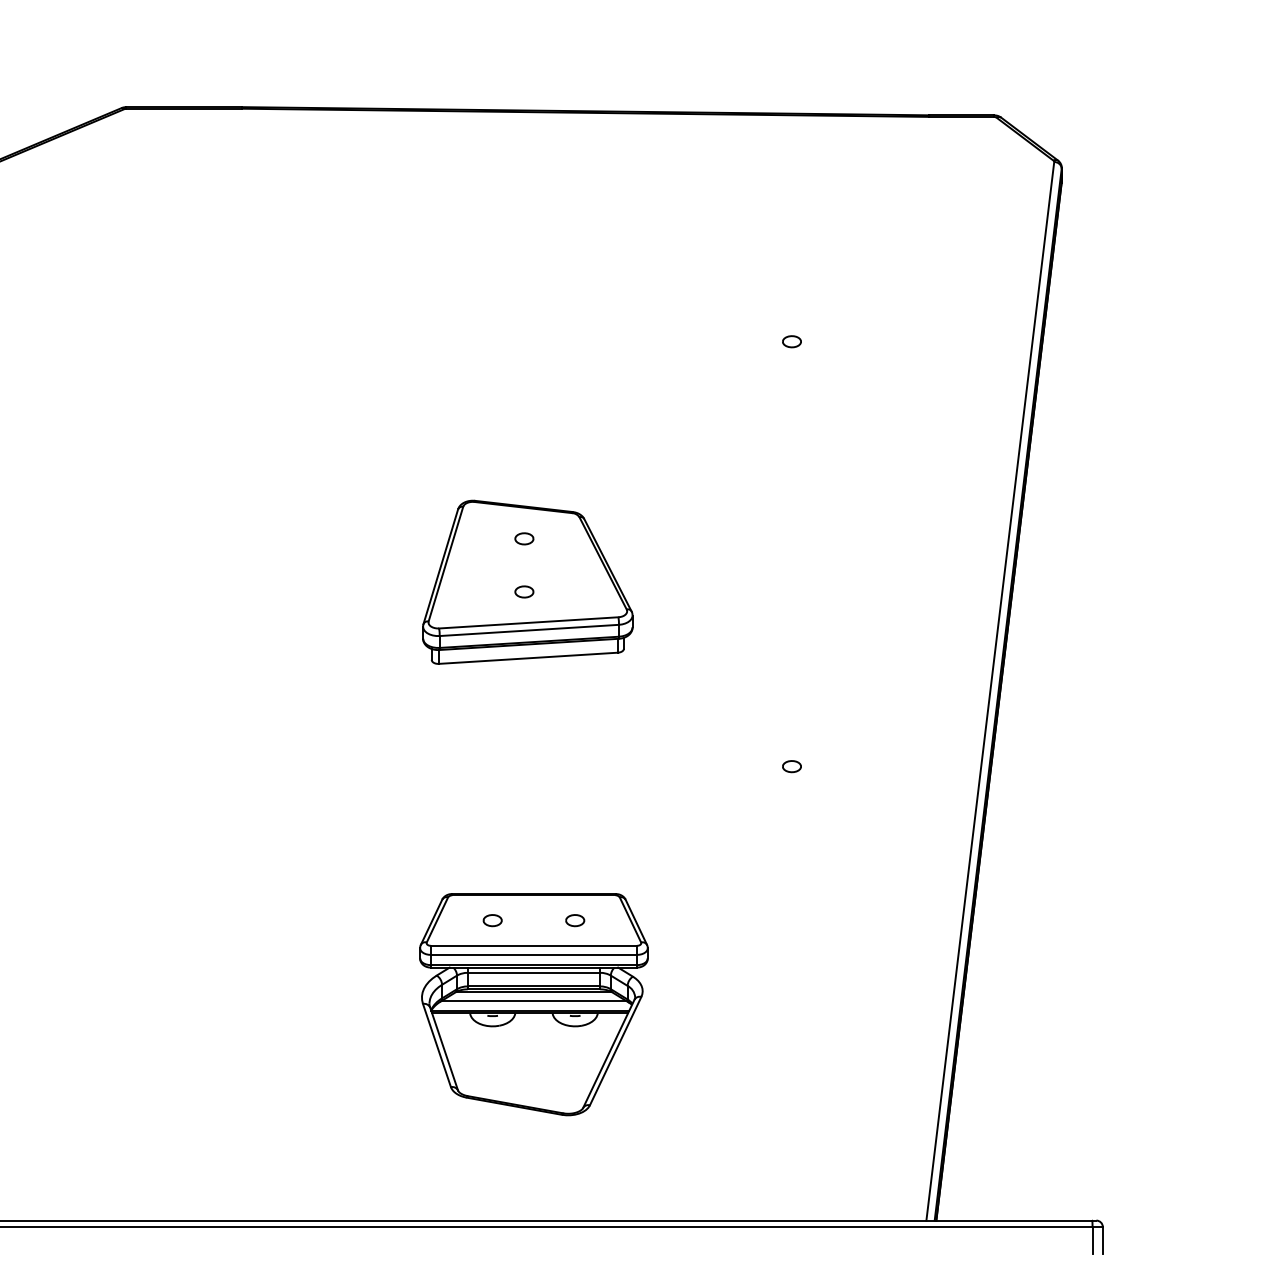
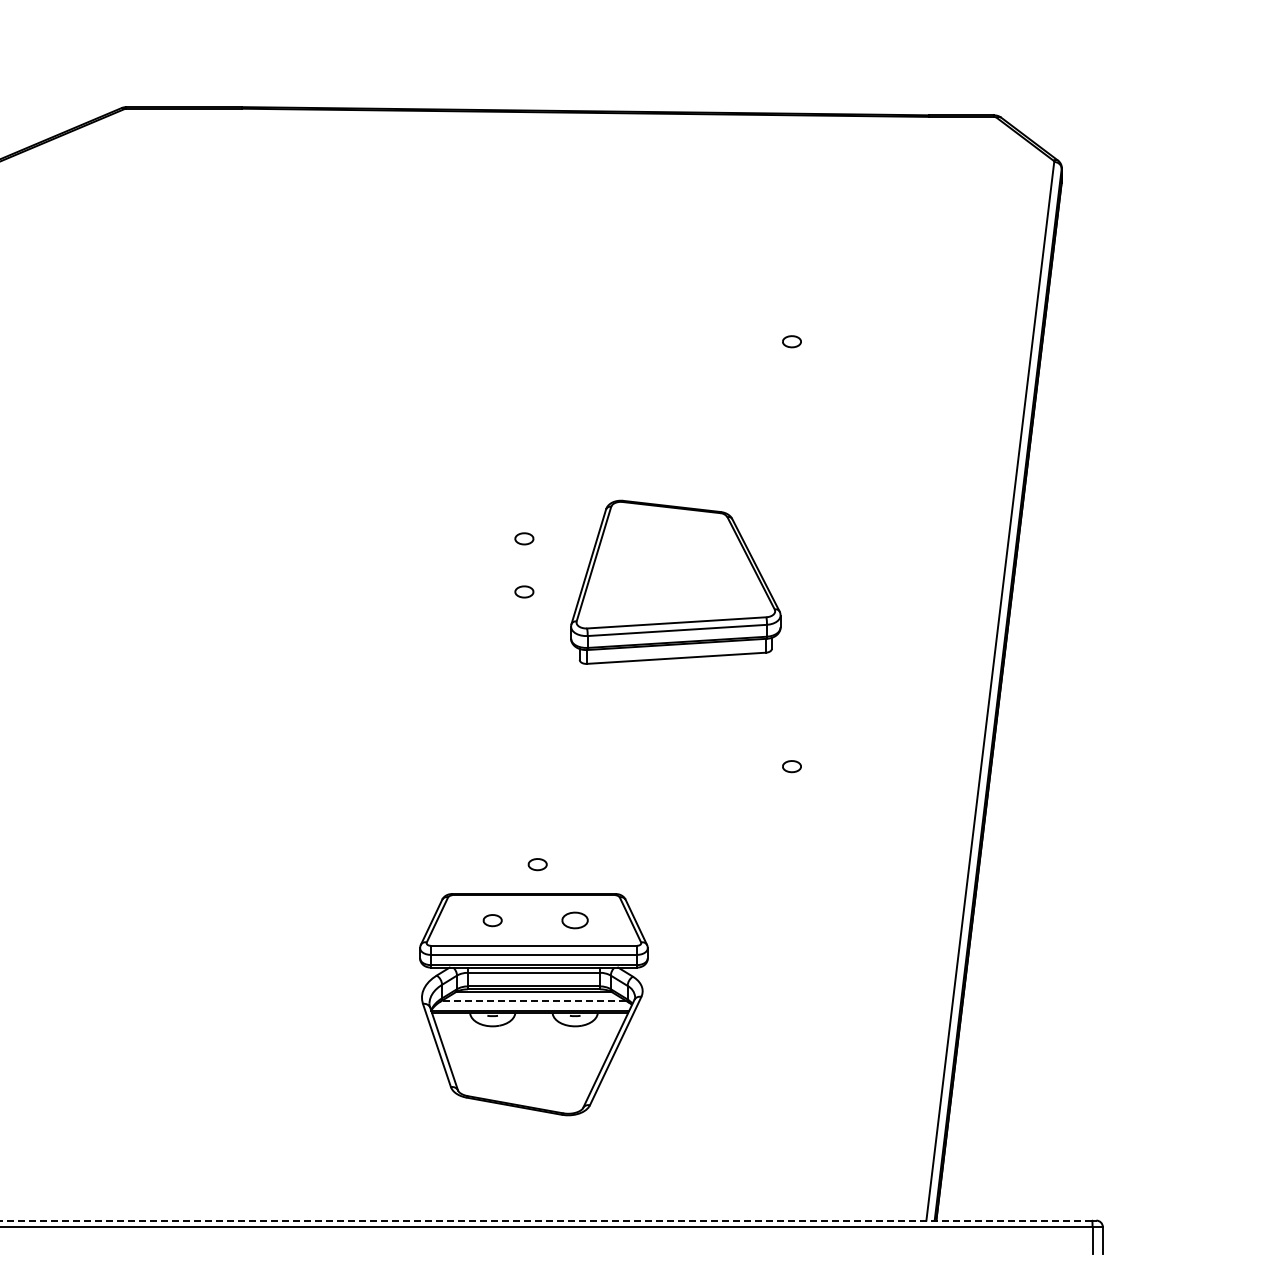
part at (527, 581) position: (527, 581) -> (675, 581)
part at (537, 864): none -> present
part at (575, 920) size: 21x14 px -> 28x19 px
line at (533, 1000): solid -> dashed
line at (546, 1220): solid -> dashed
